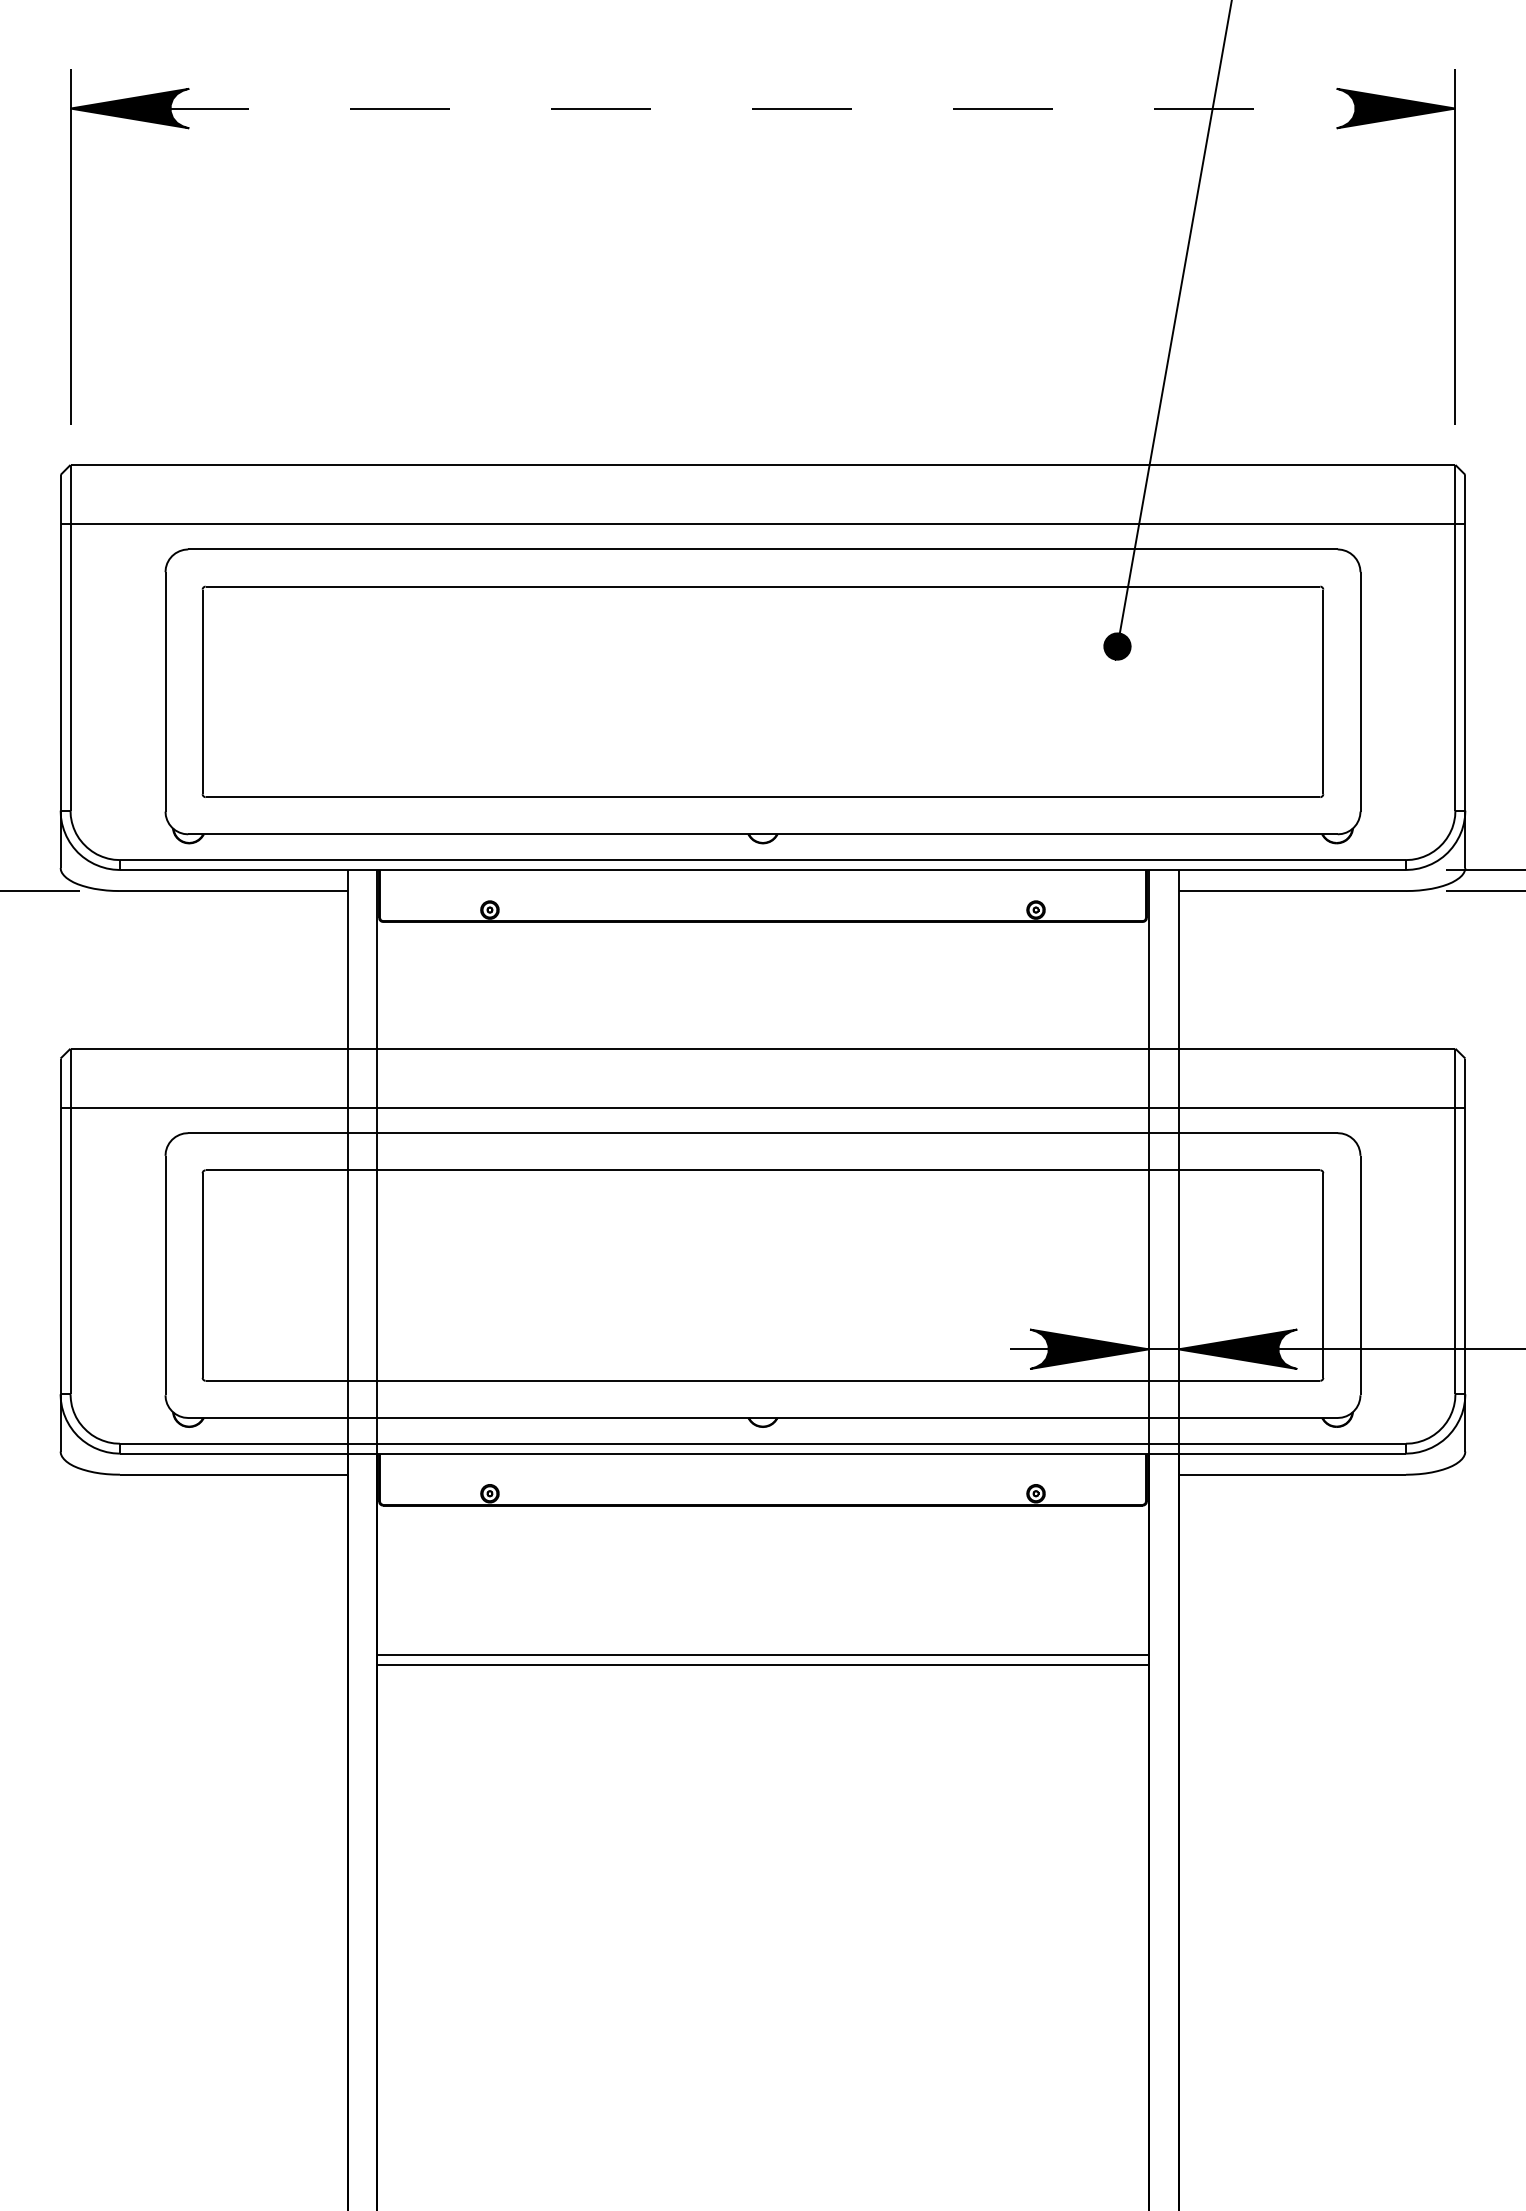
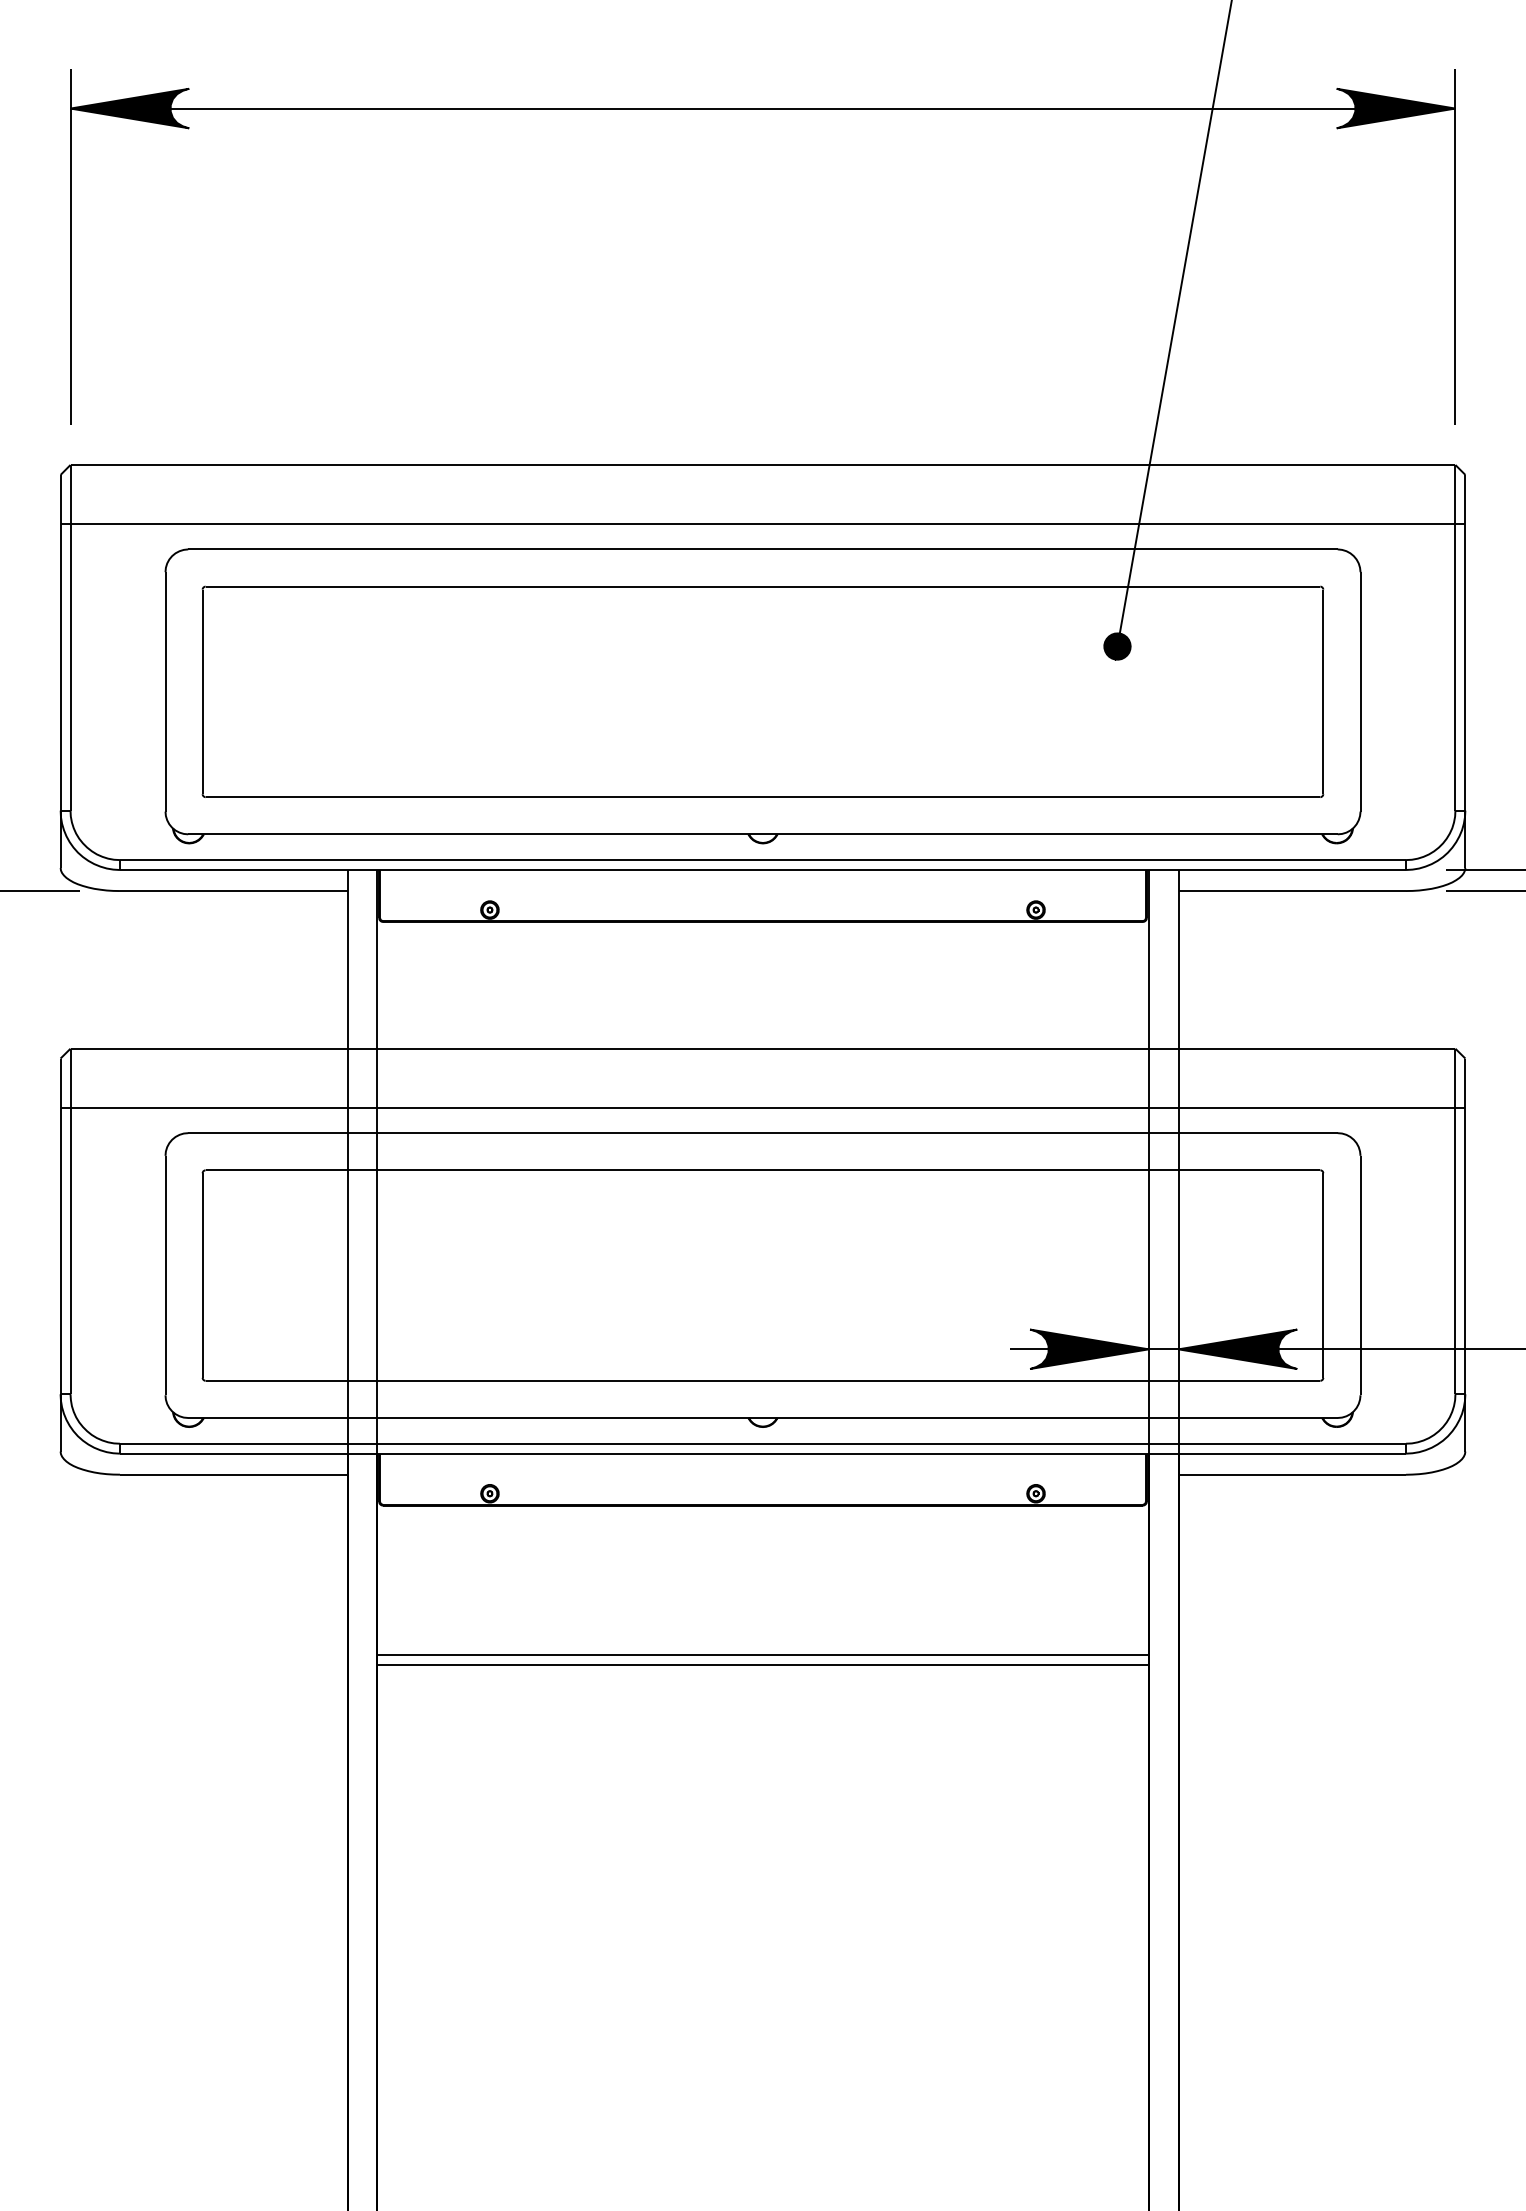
line at (762, 108): dashed -> solid
